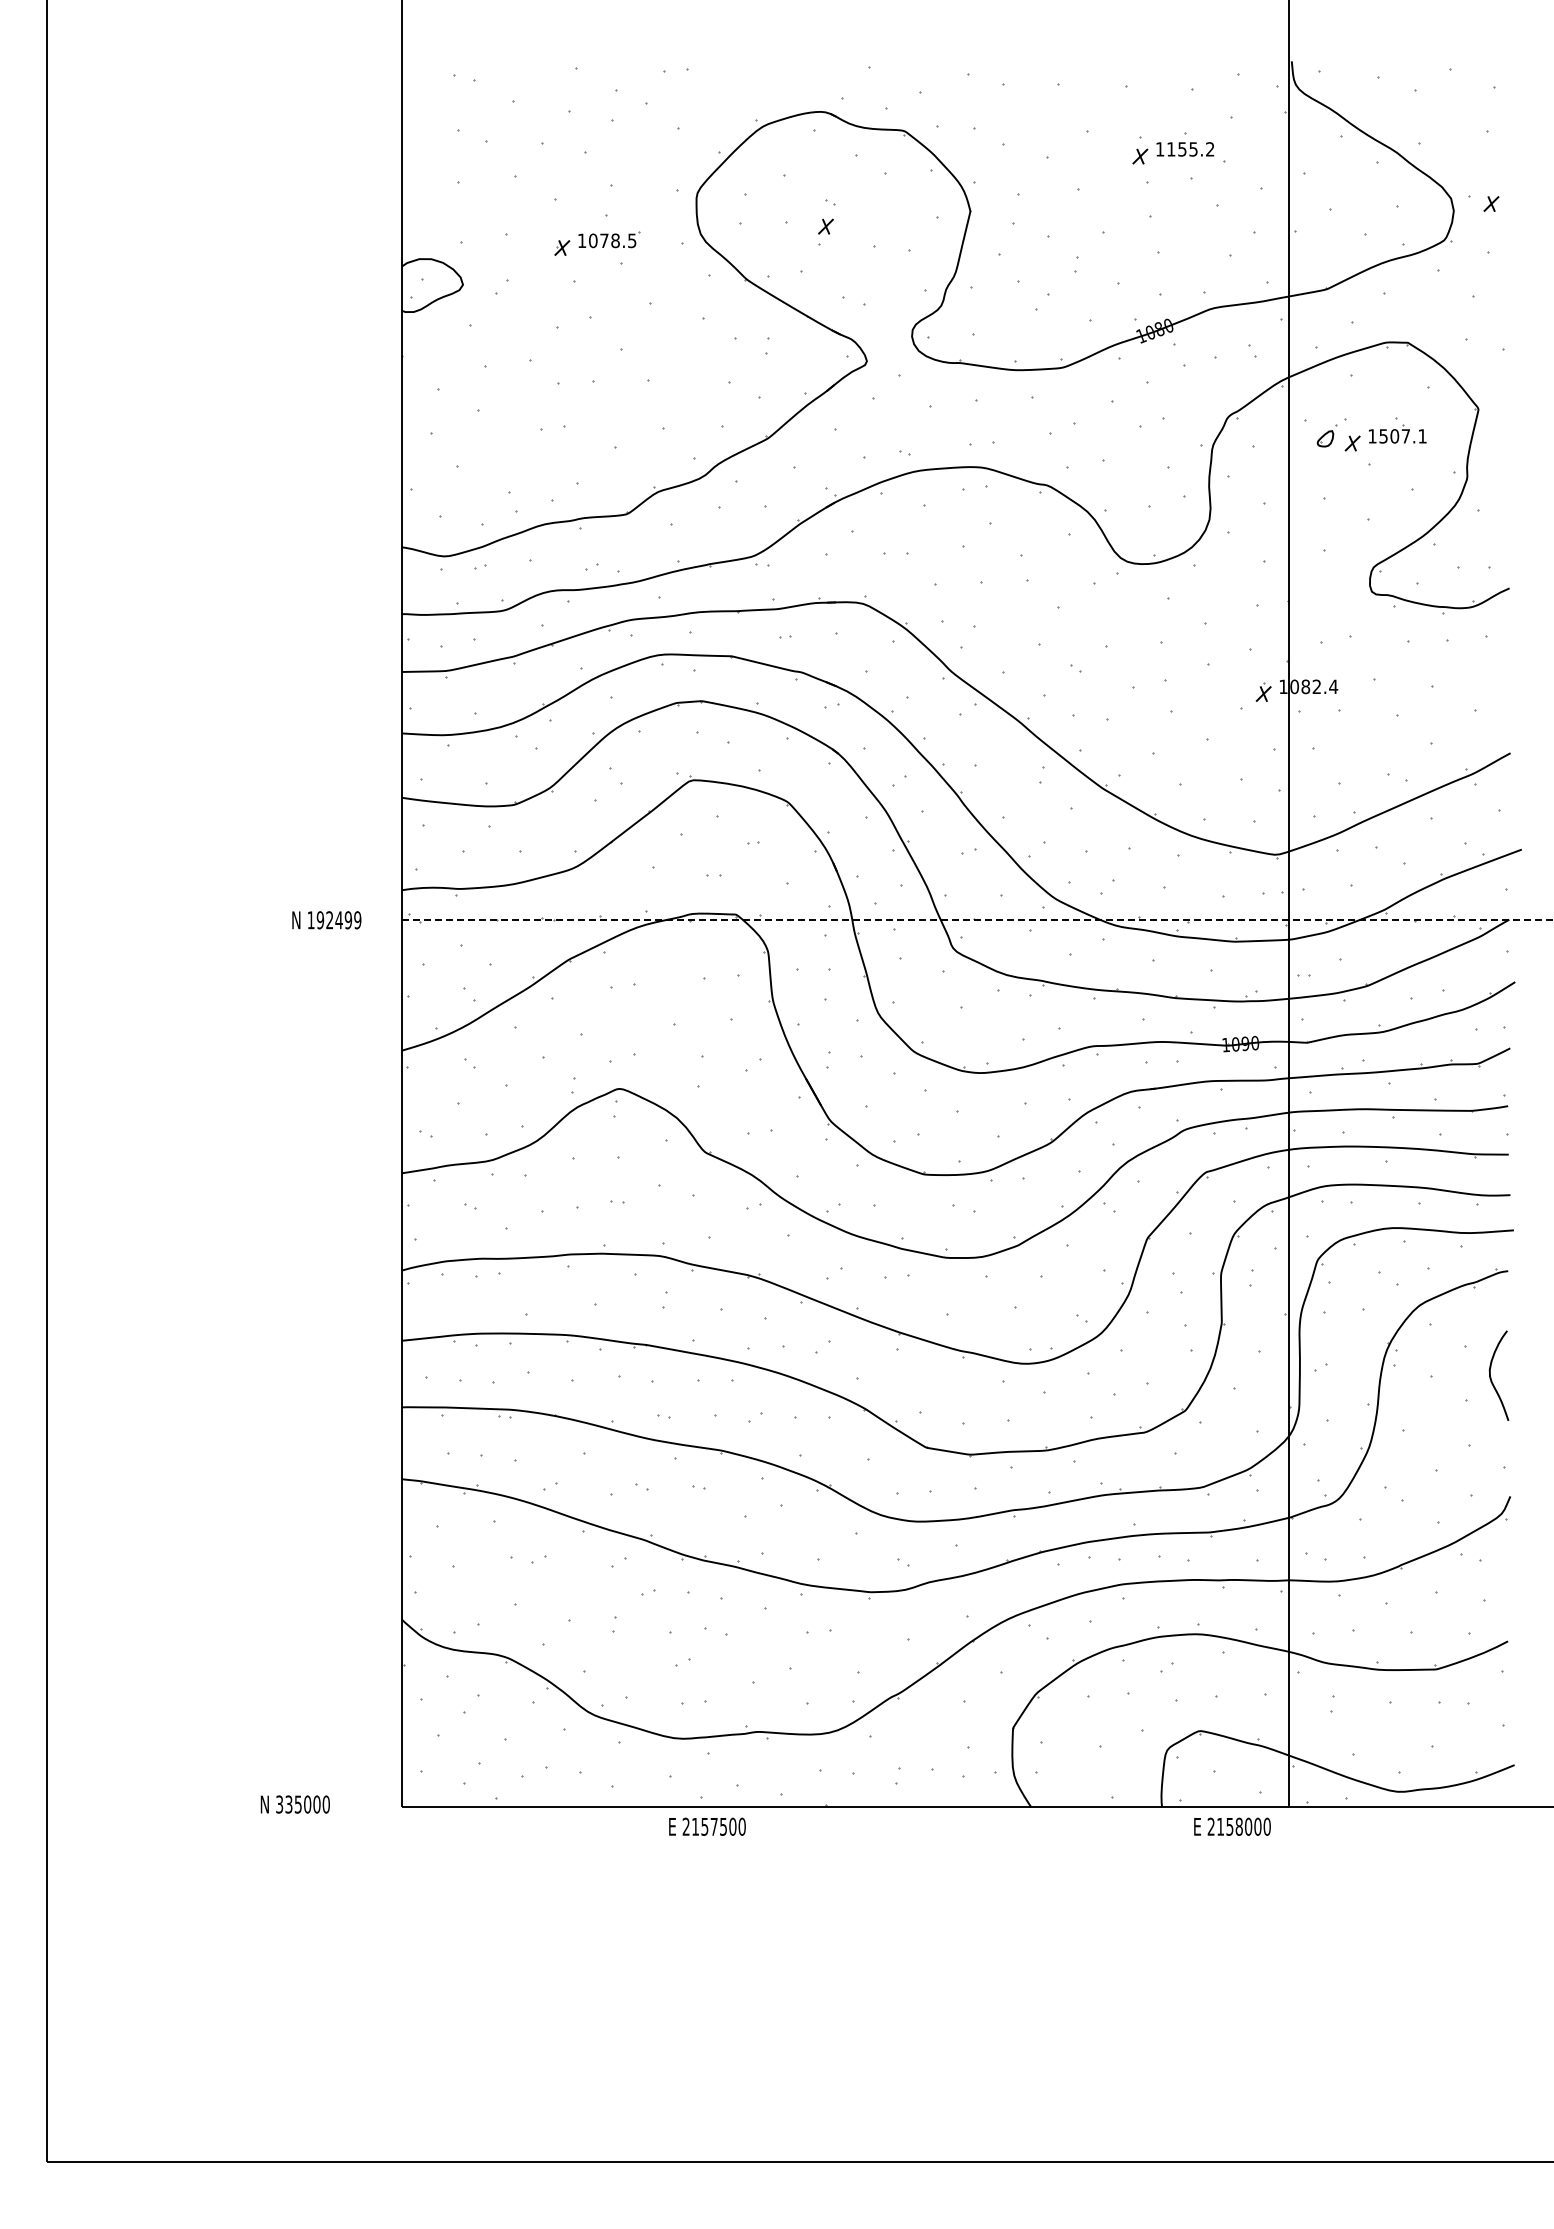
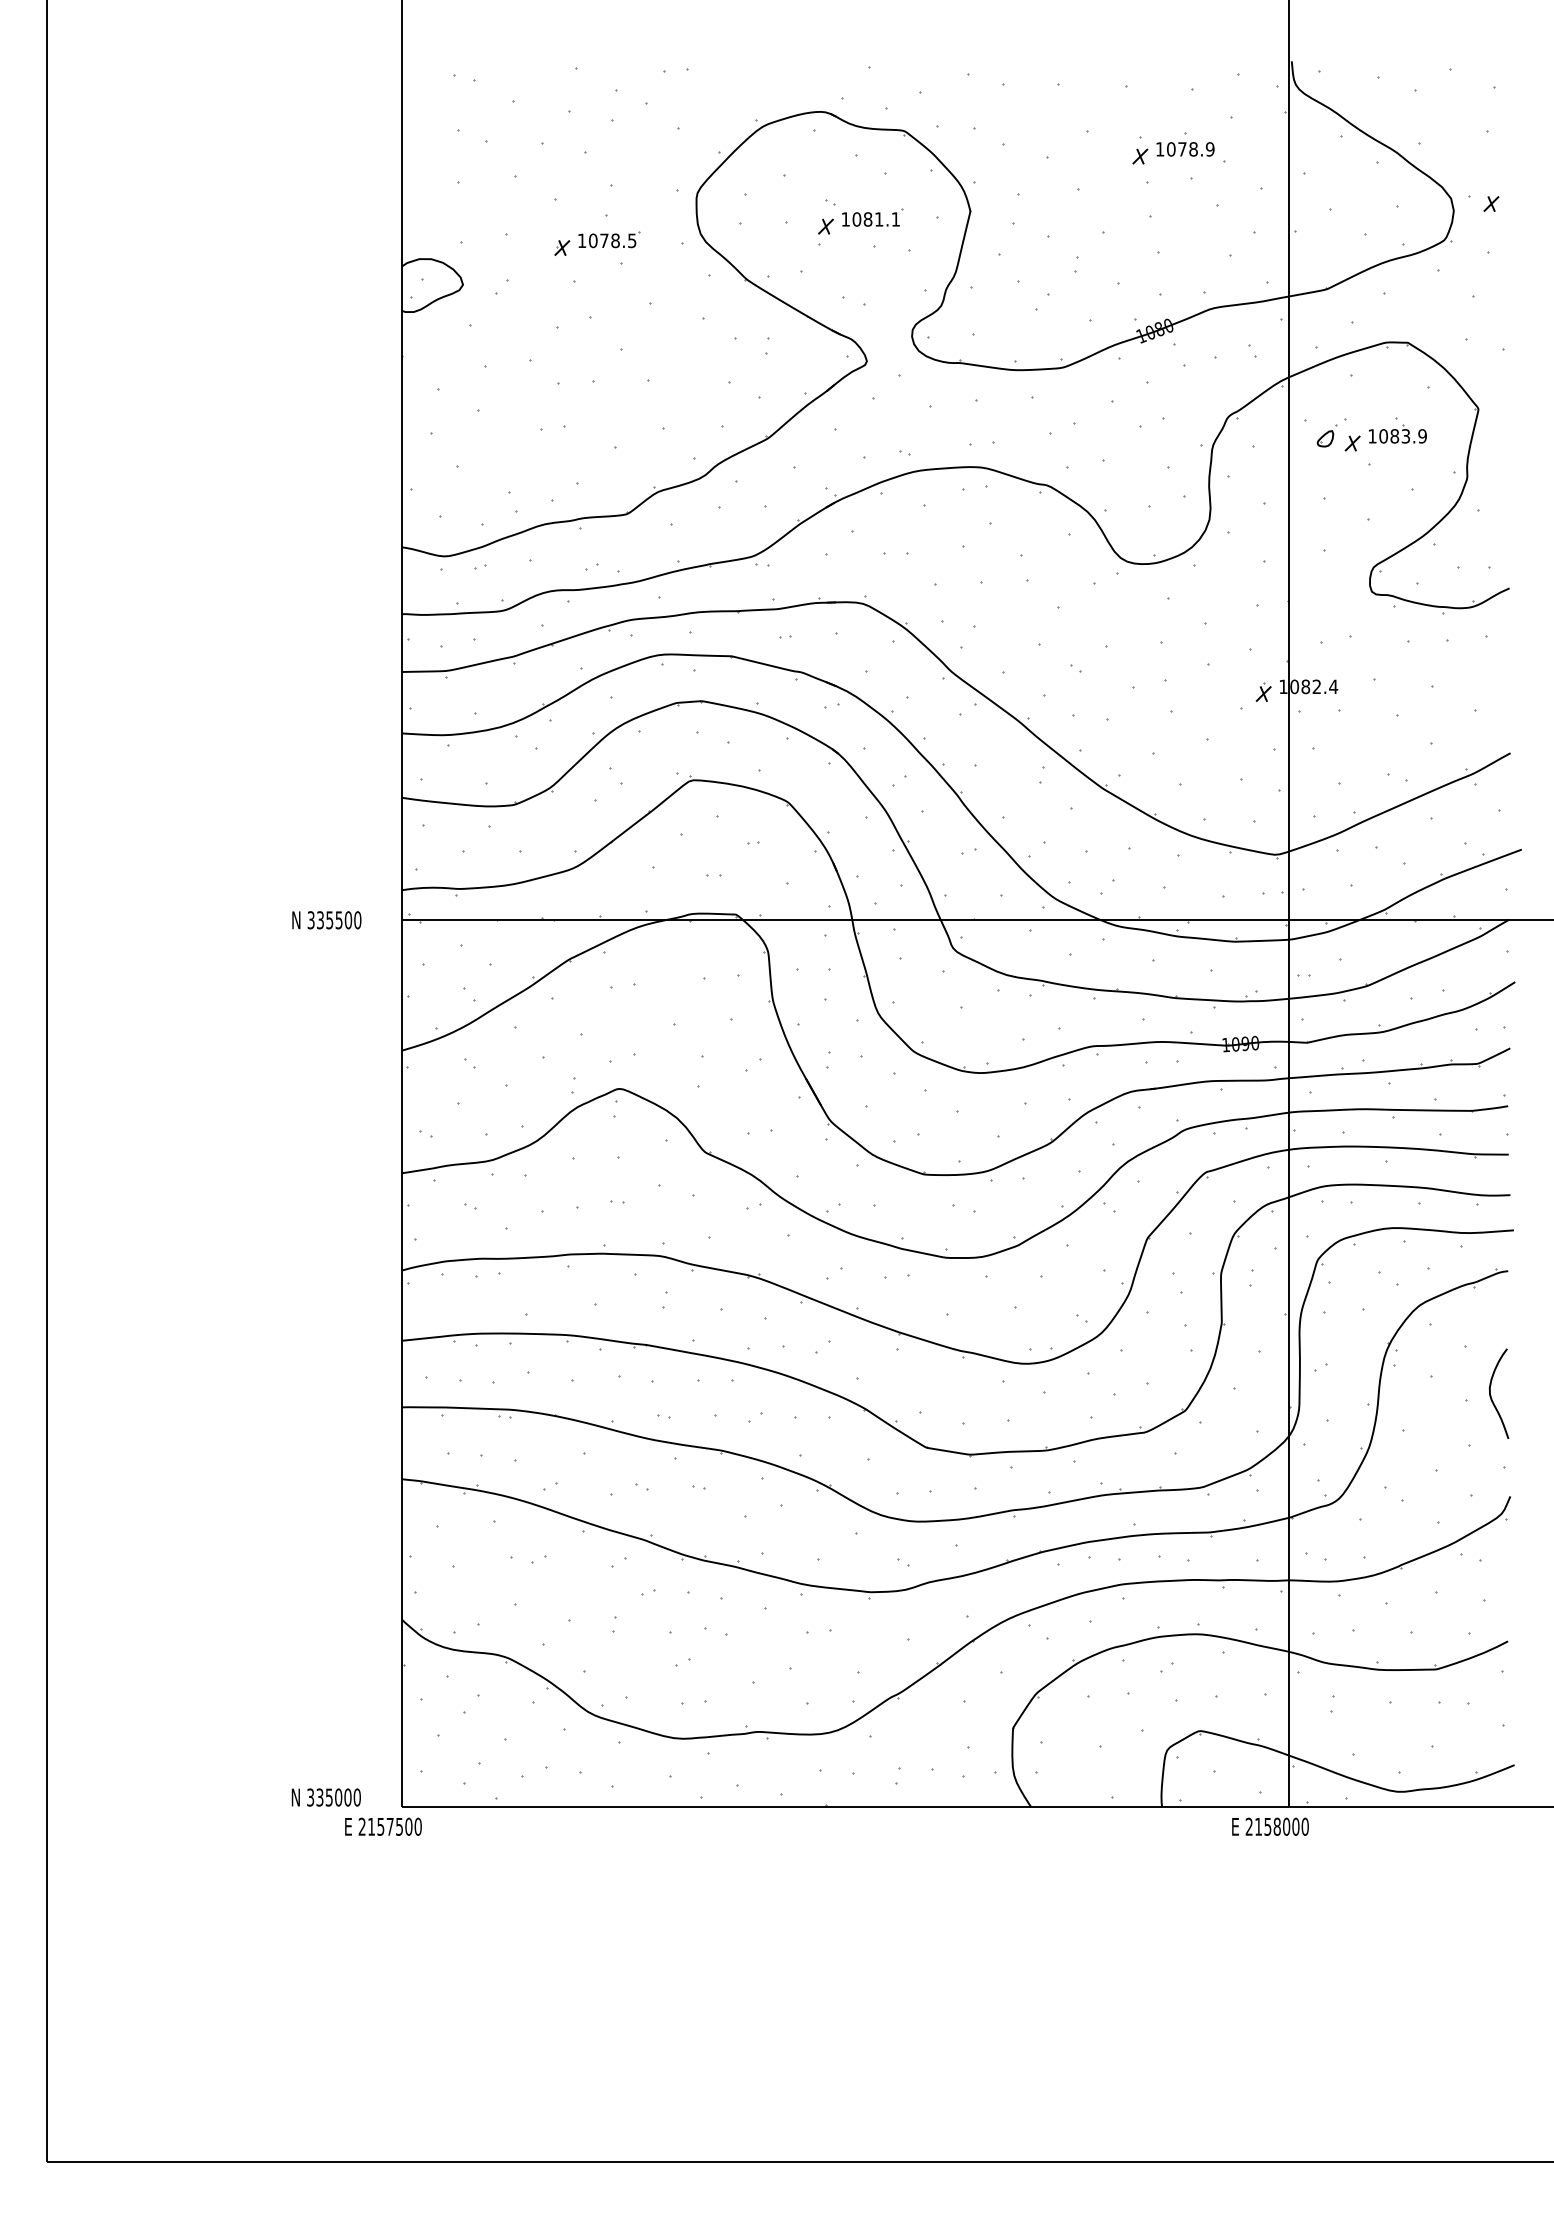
text at (1190, 149): 1155.2 -> 1078.9
part at (872, 217): none -> present
text at (1402, 436): 1507.1 -> 1083.9
text at (334, 920): 192499 -> 335500
line at (977, 920): dashed -> solid
curve at (1491, 1377) position: (1491, 1377) -> (1491, 1395)
text at (294, 1804) position: (294, 1804) -> (325, 1797)
text at (707, 1826) position: (707, 1826) -> (383, 1826)
text at (1232, 1826) position: (1232, 1826) -> (1270, 1826)
